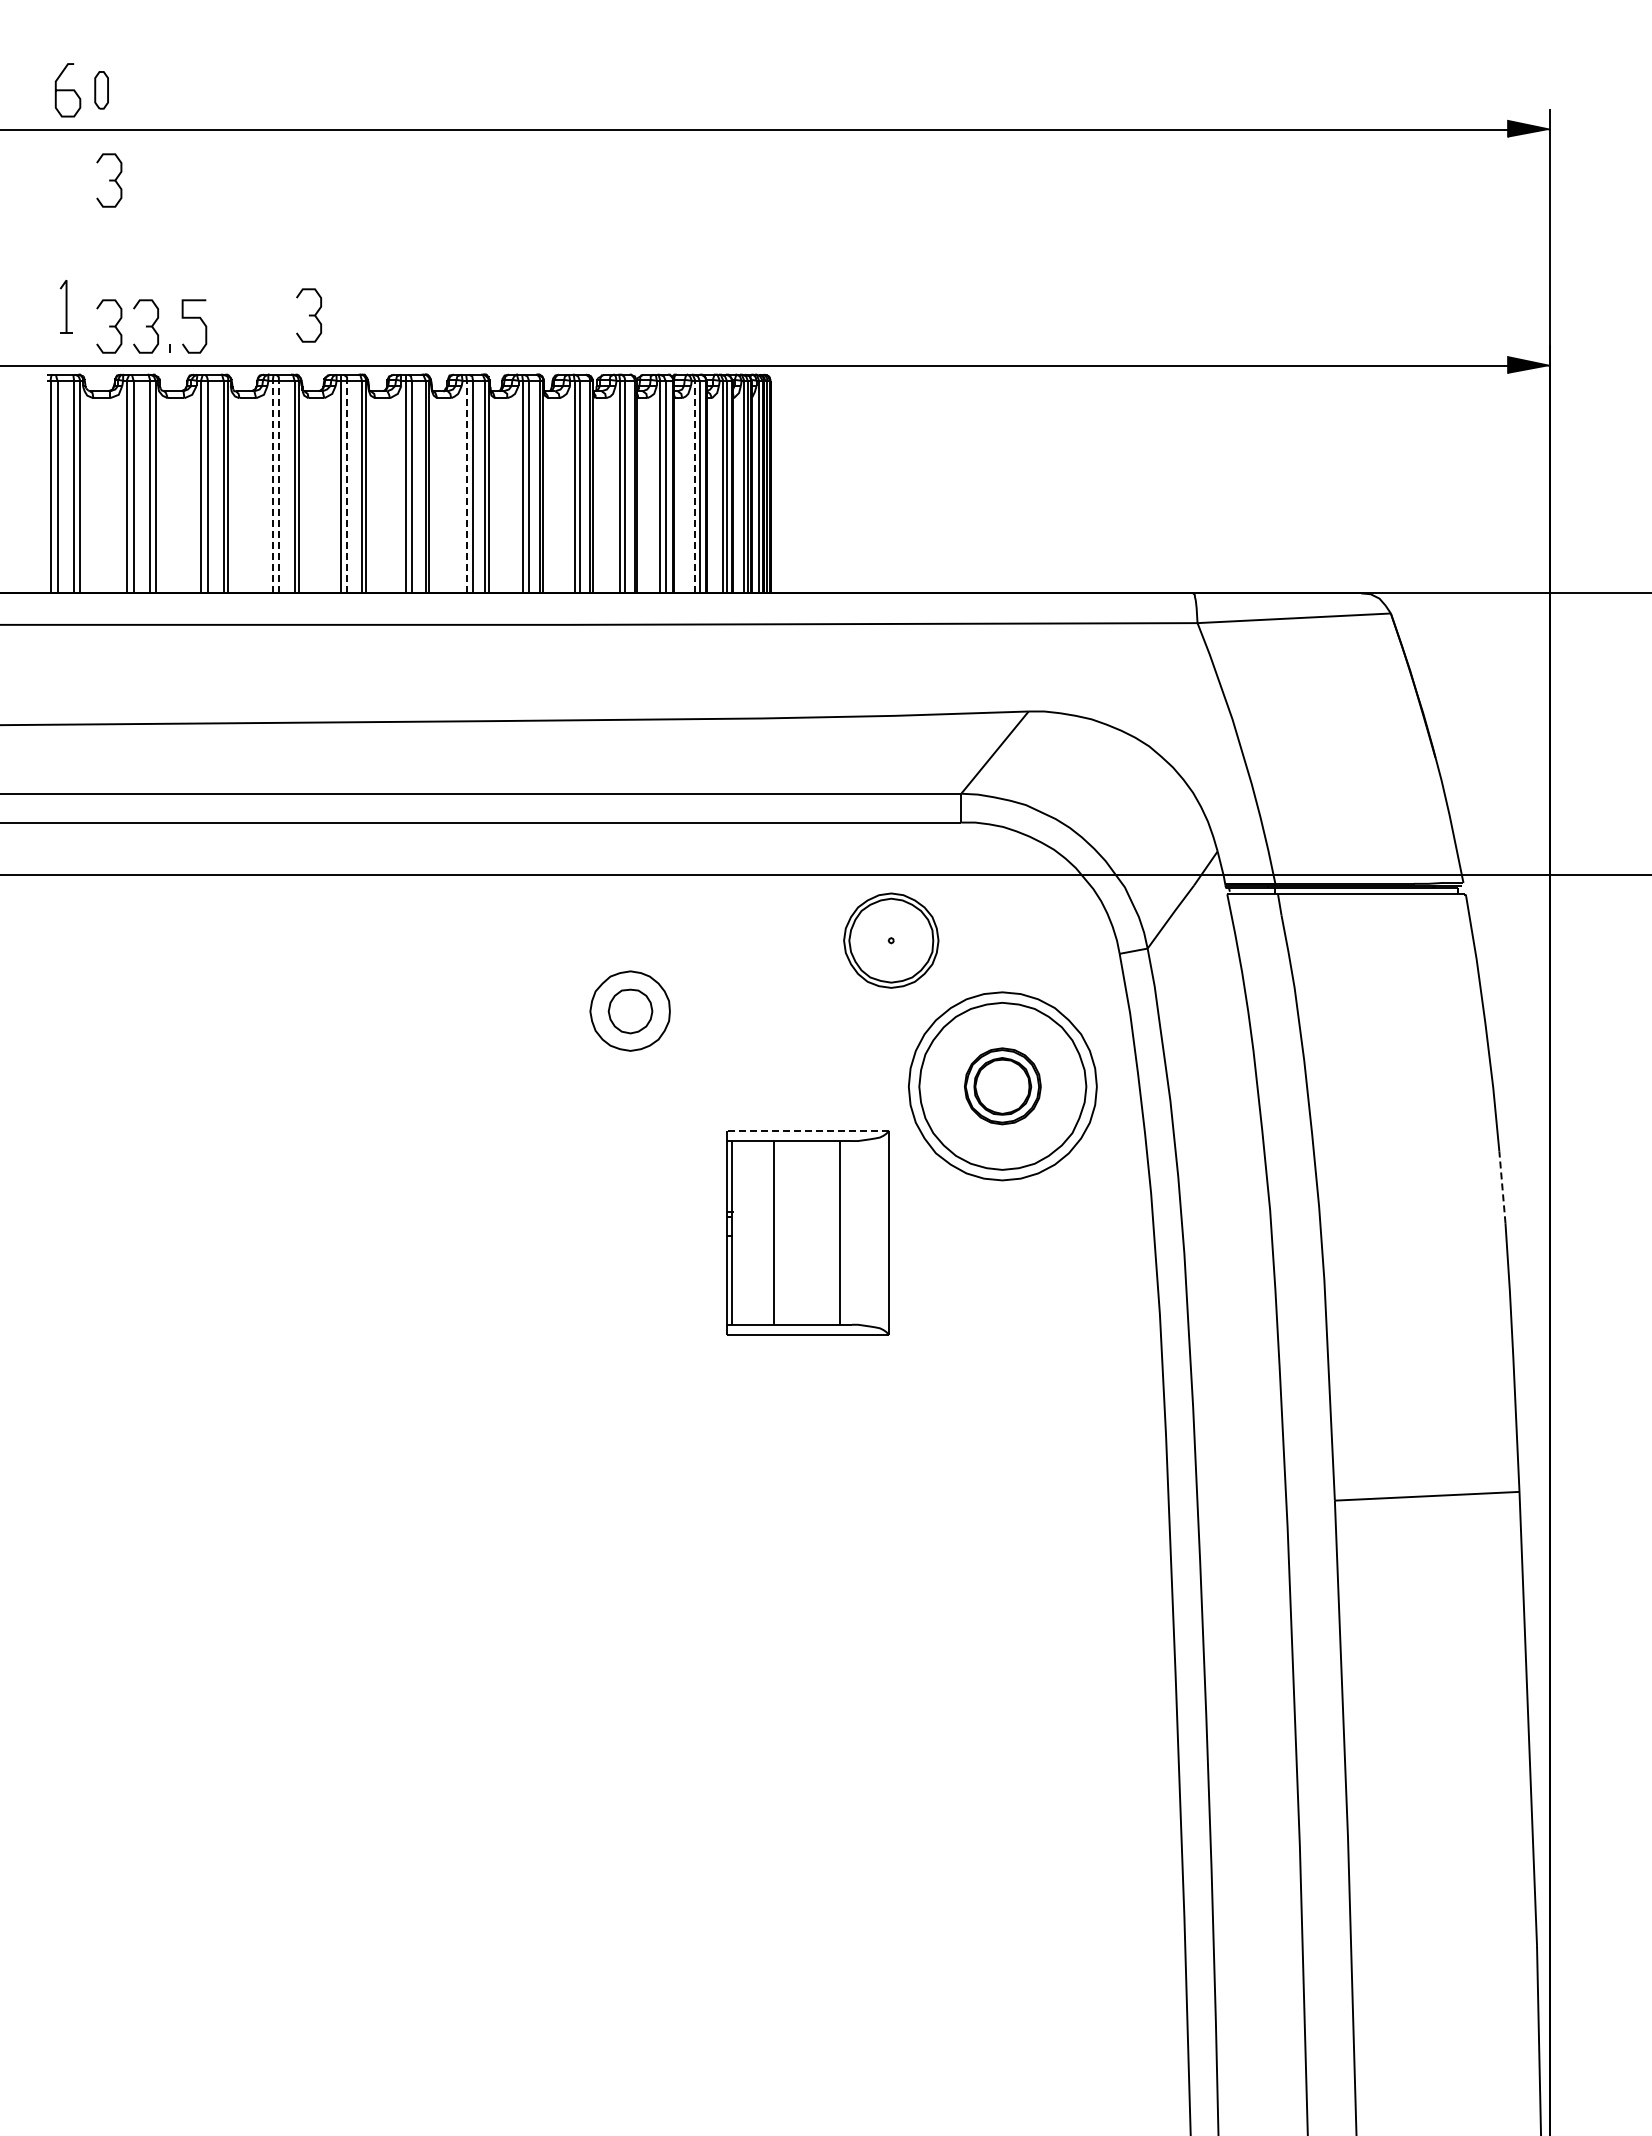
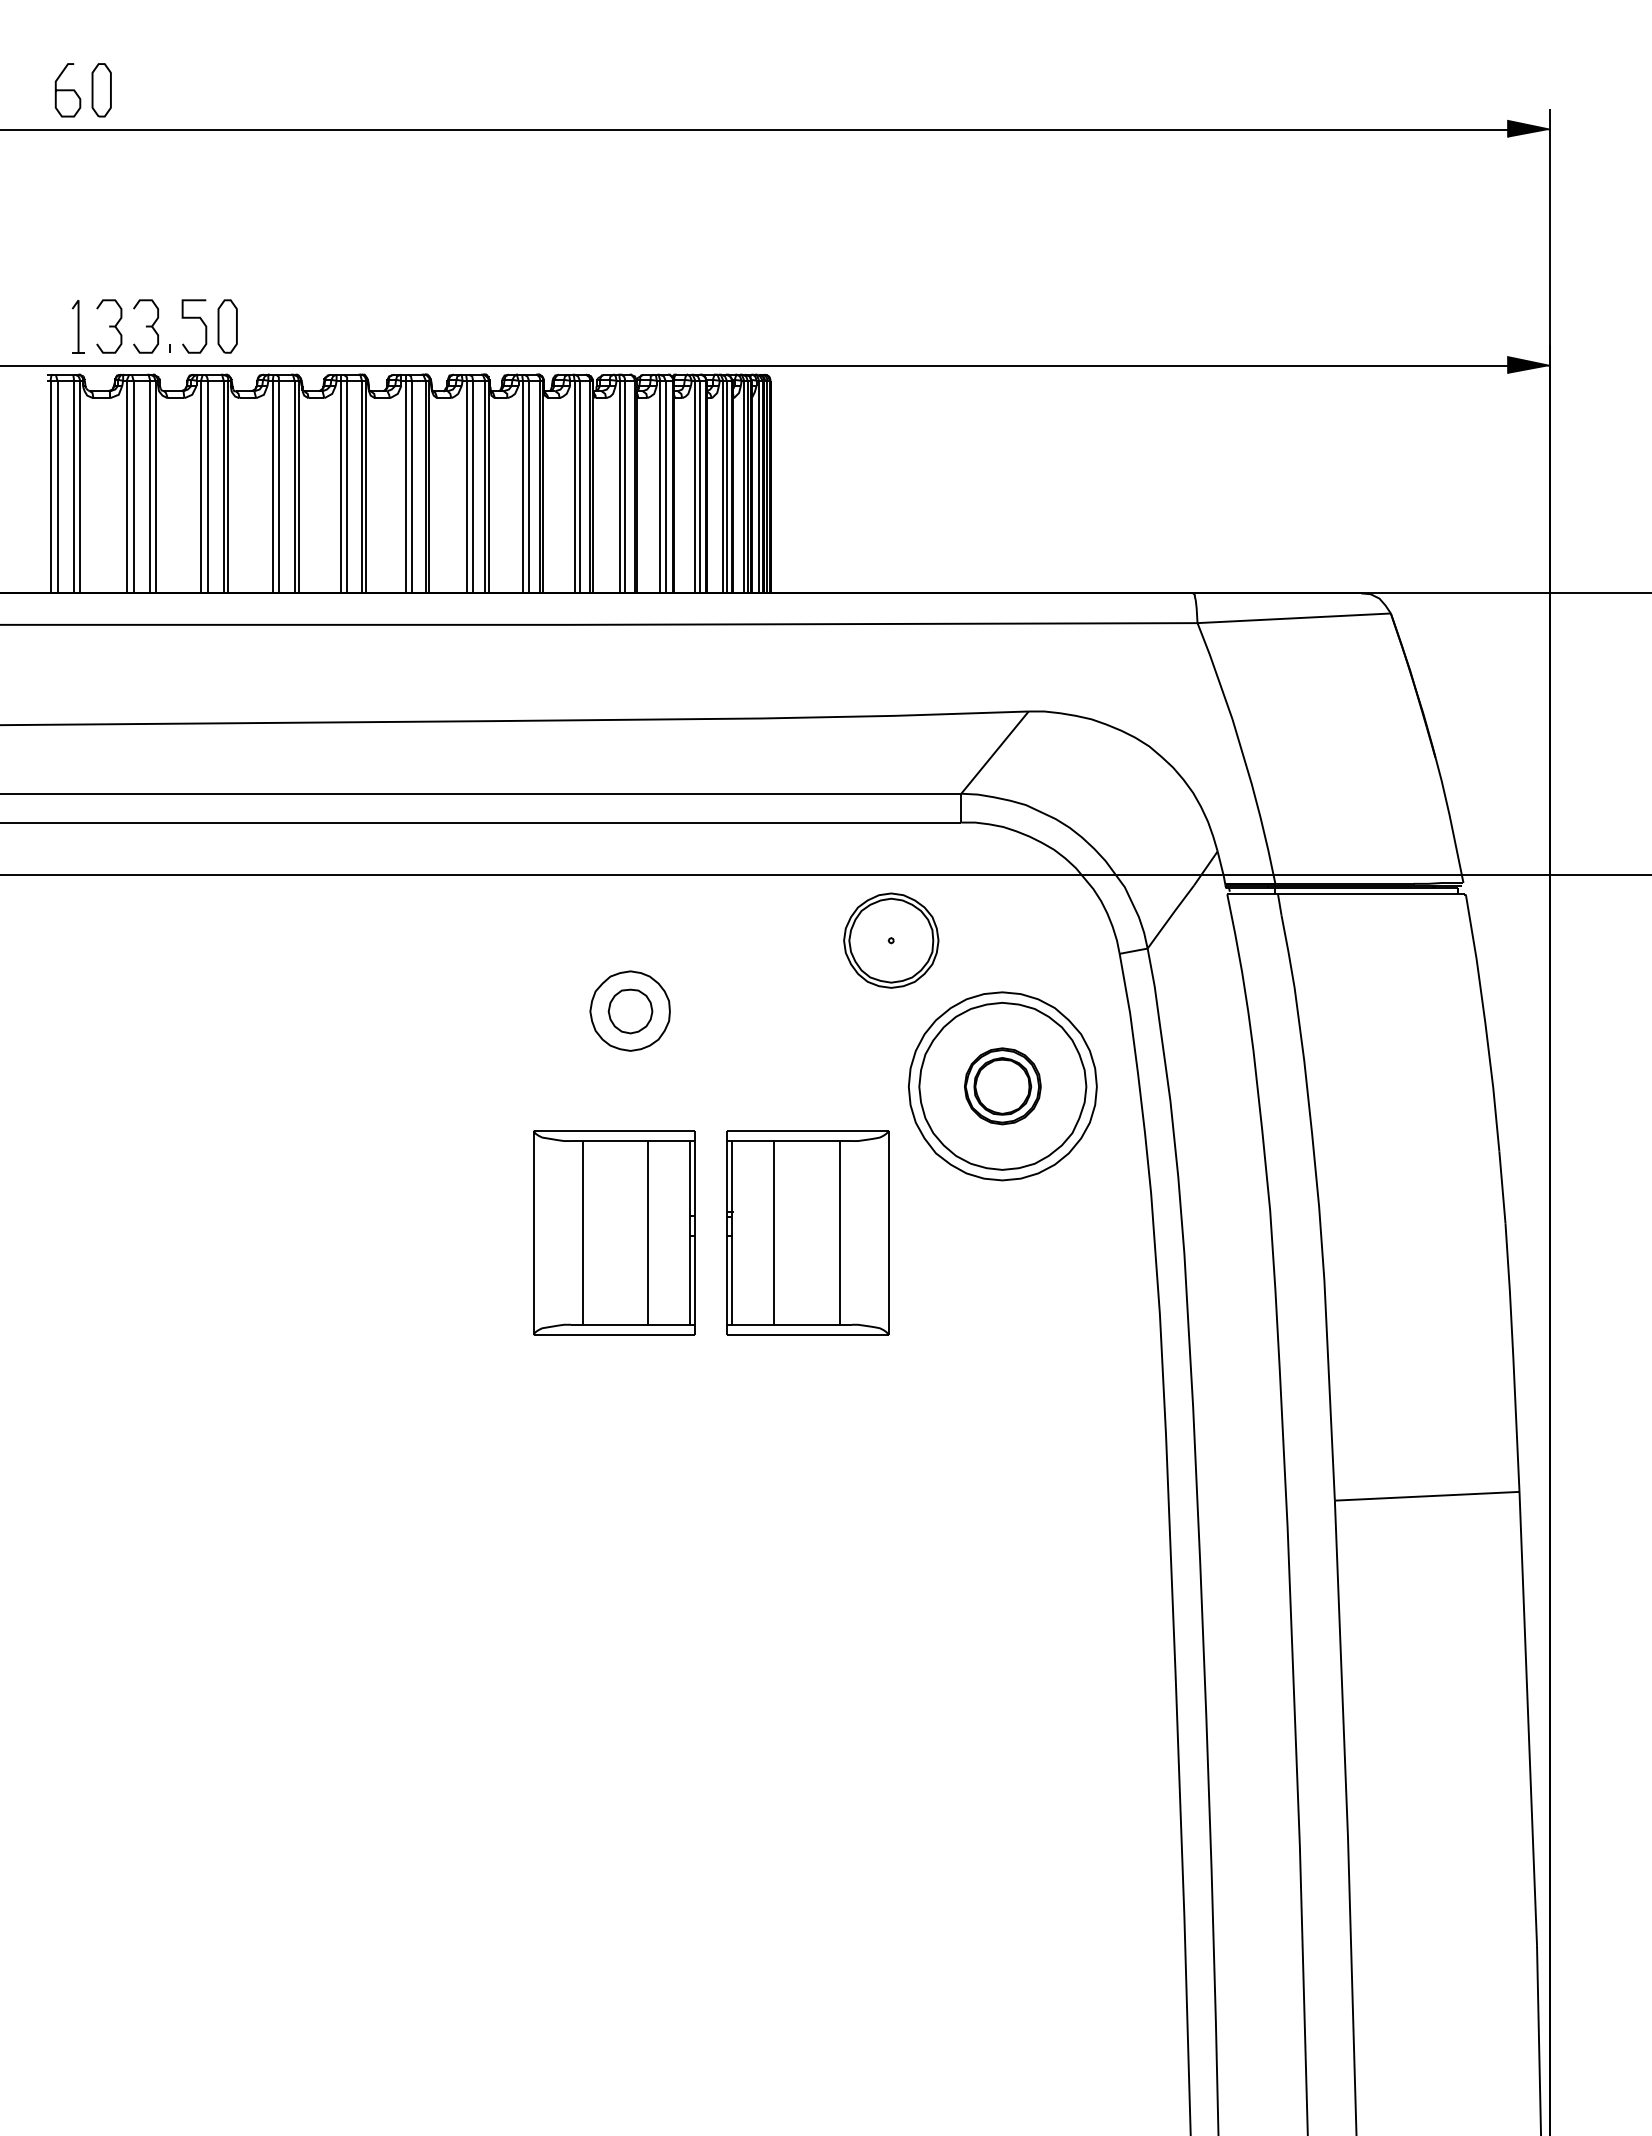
part at (101, 90) size: 15x39 px -> 21x55 px
part at (109, 180): present -> none
part at (65, 306) position: (65, 306) -> (77, 326)
part at (309, 315): present -> none
part at (227, 326): none -> present
line at (272, 486): dashed -> solid
line at (278, 486): dashed -> solid
line at (347, 486): dashed -> solid
line at (466, 486): dashed -> solid
line at (695, 486): dashed -> solid
line at (807, 1130): dashed -> solid
line at (1502, 1187): dashed -> solid
part at (614, 1232): none -> present
